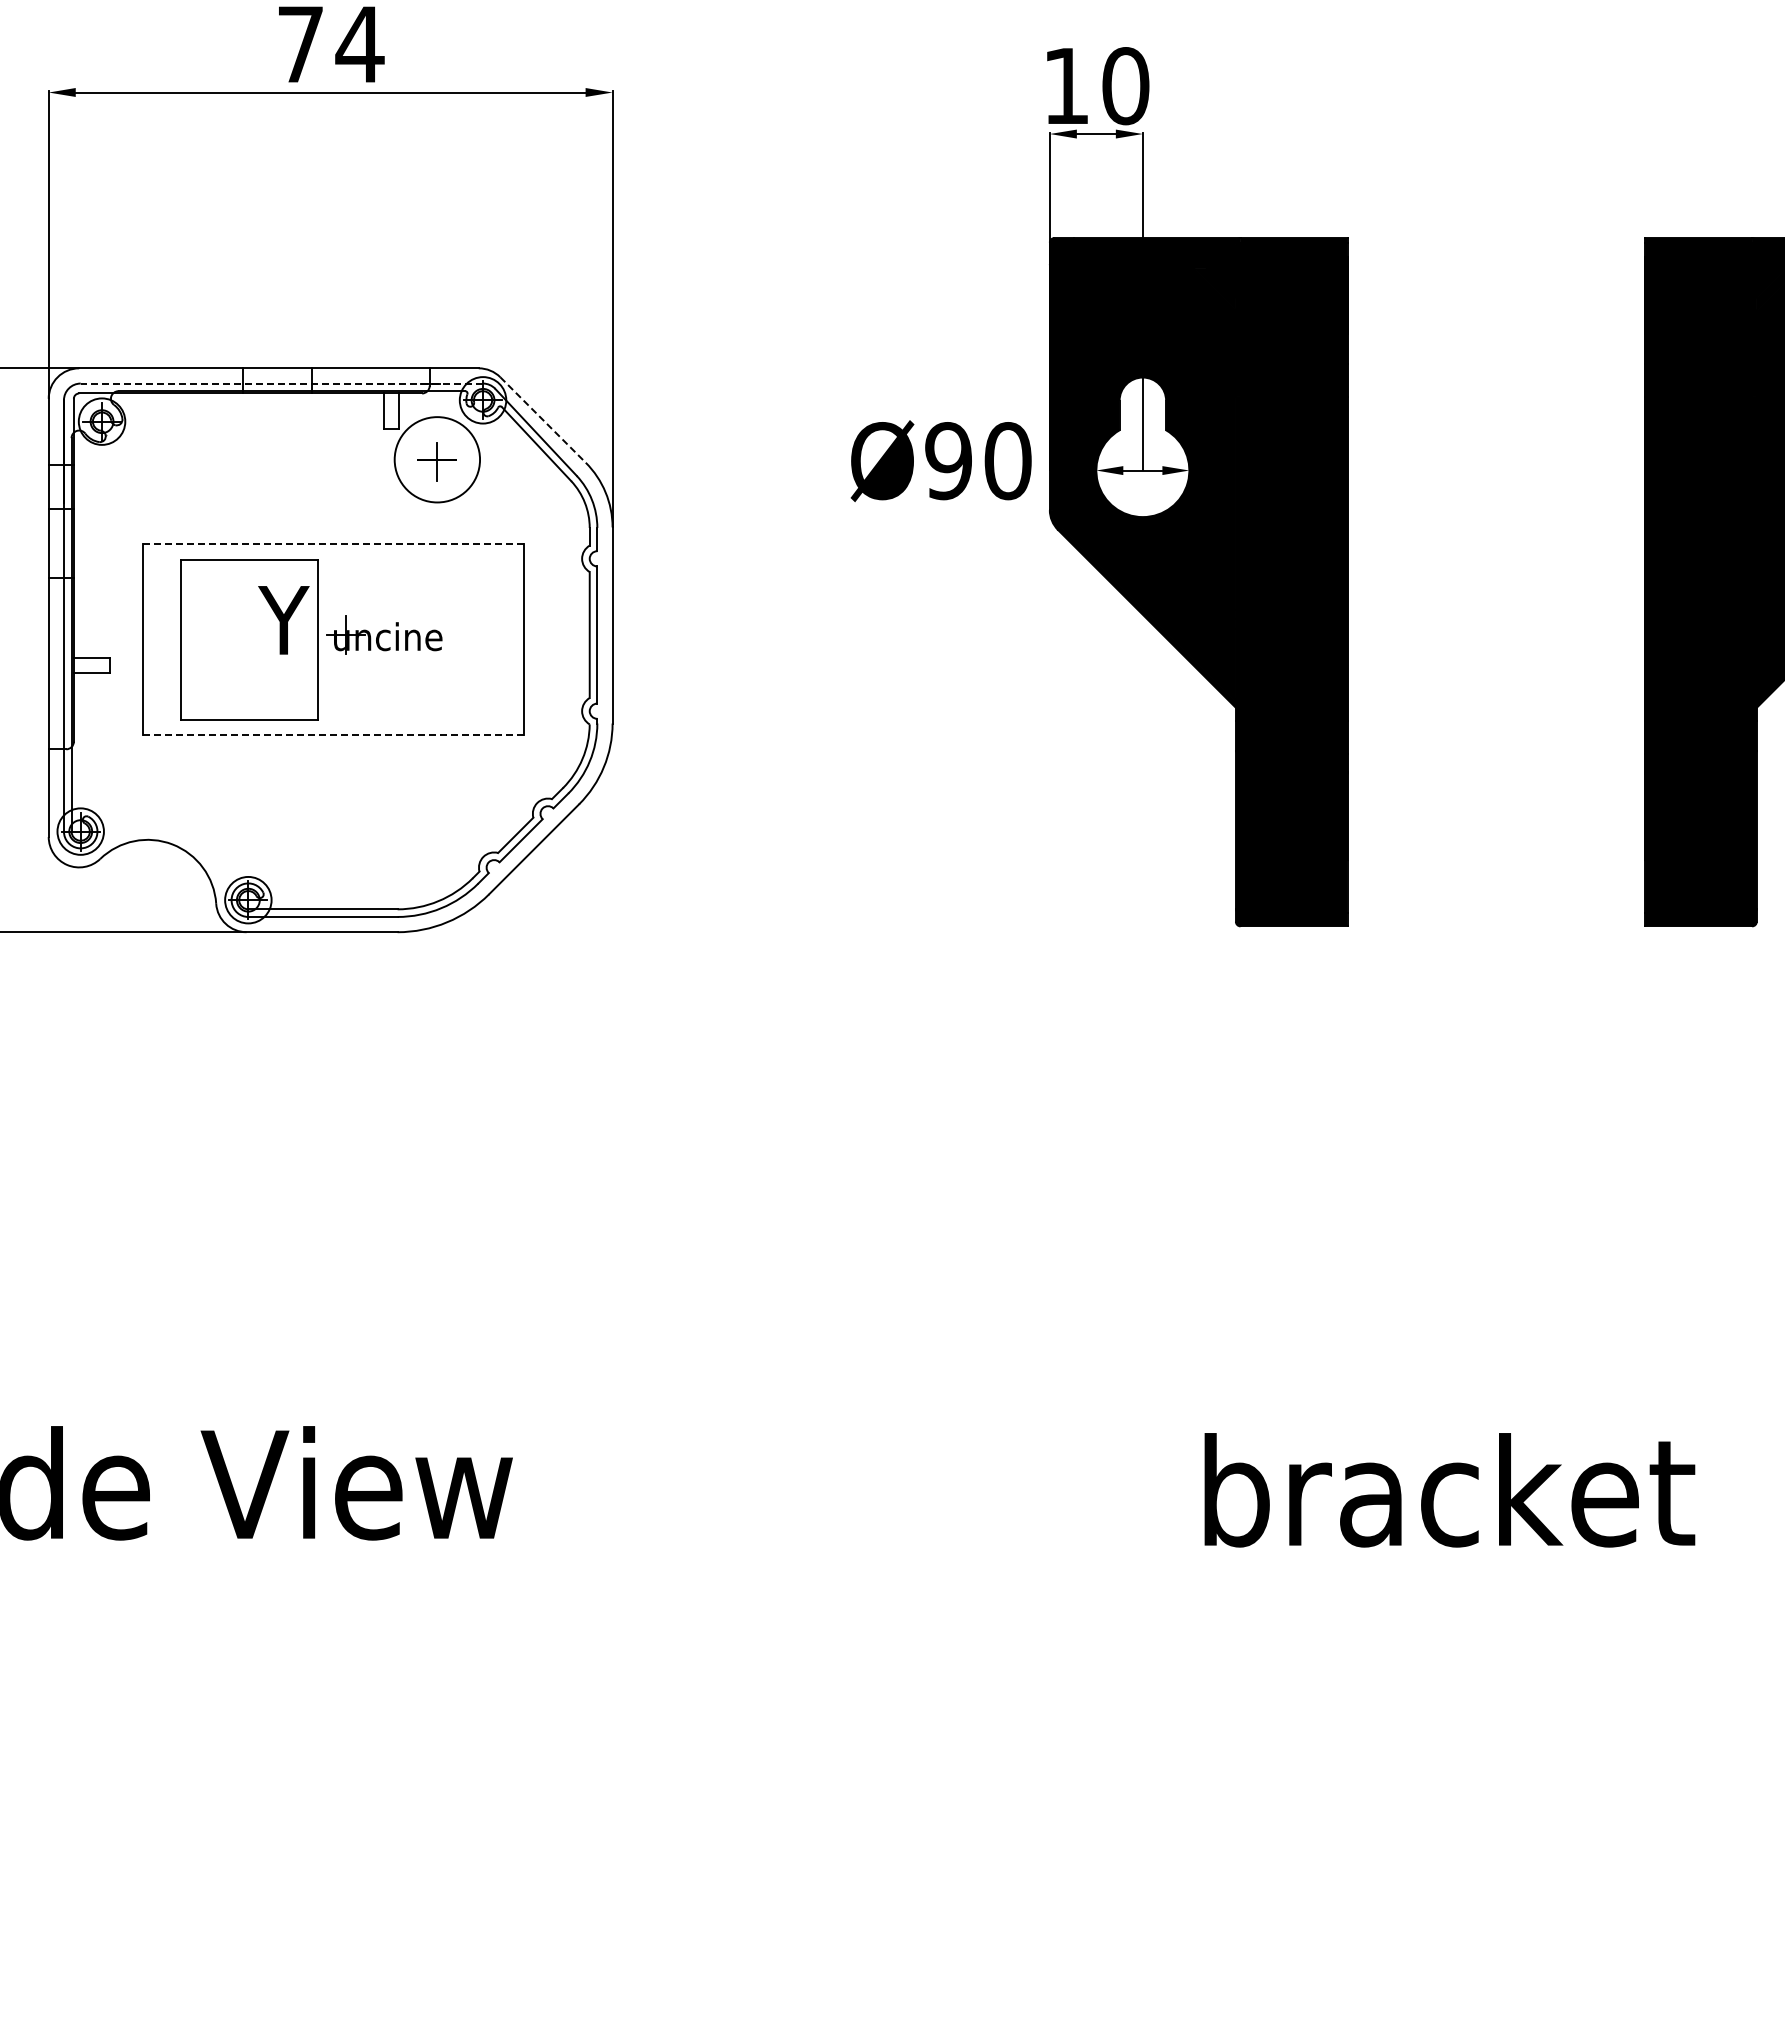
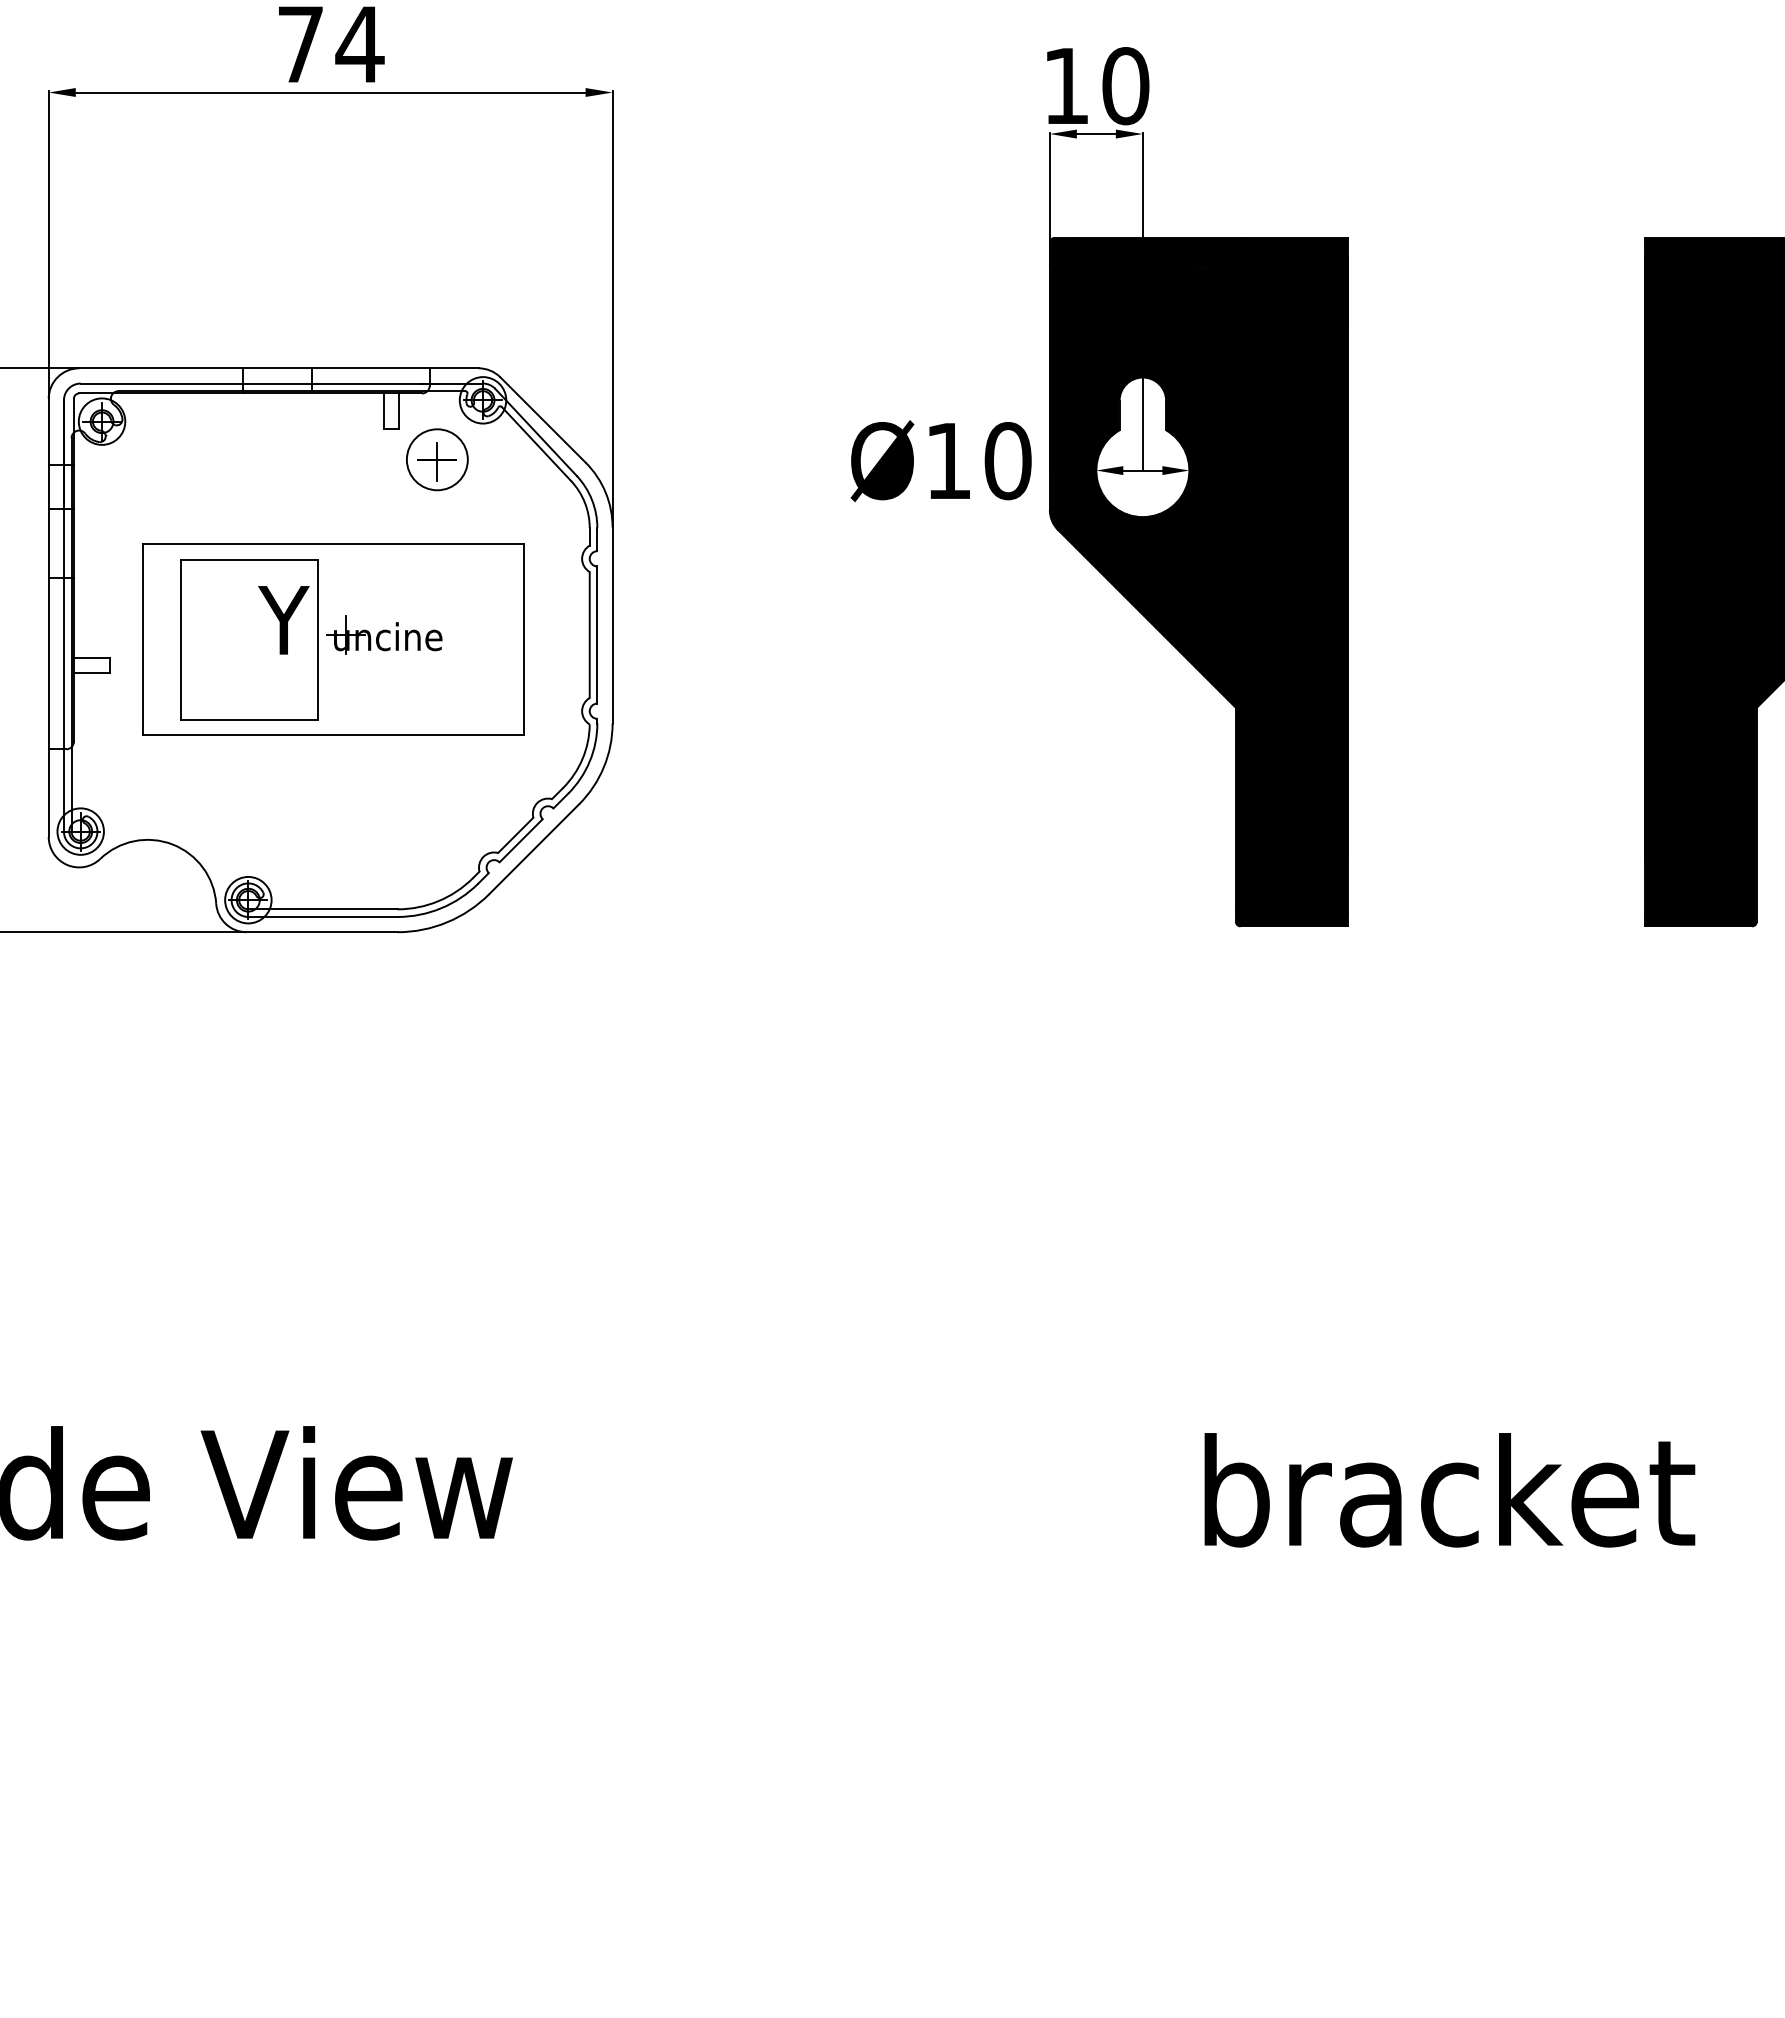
line at (281, 383): dashed -> solid
line at (543, 420): dashed -> solid
circle at (437, 459) diameter: 85 px -> 61 px
text at (948, 461): Ø90 -> Ø10
line at (333, 544): dashed -> solid
line at (333, 734): dashed -> solid
